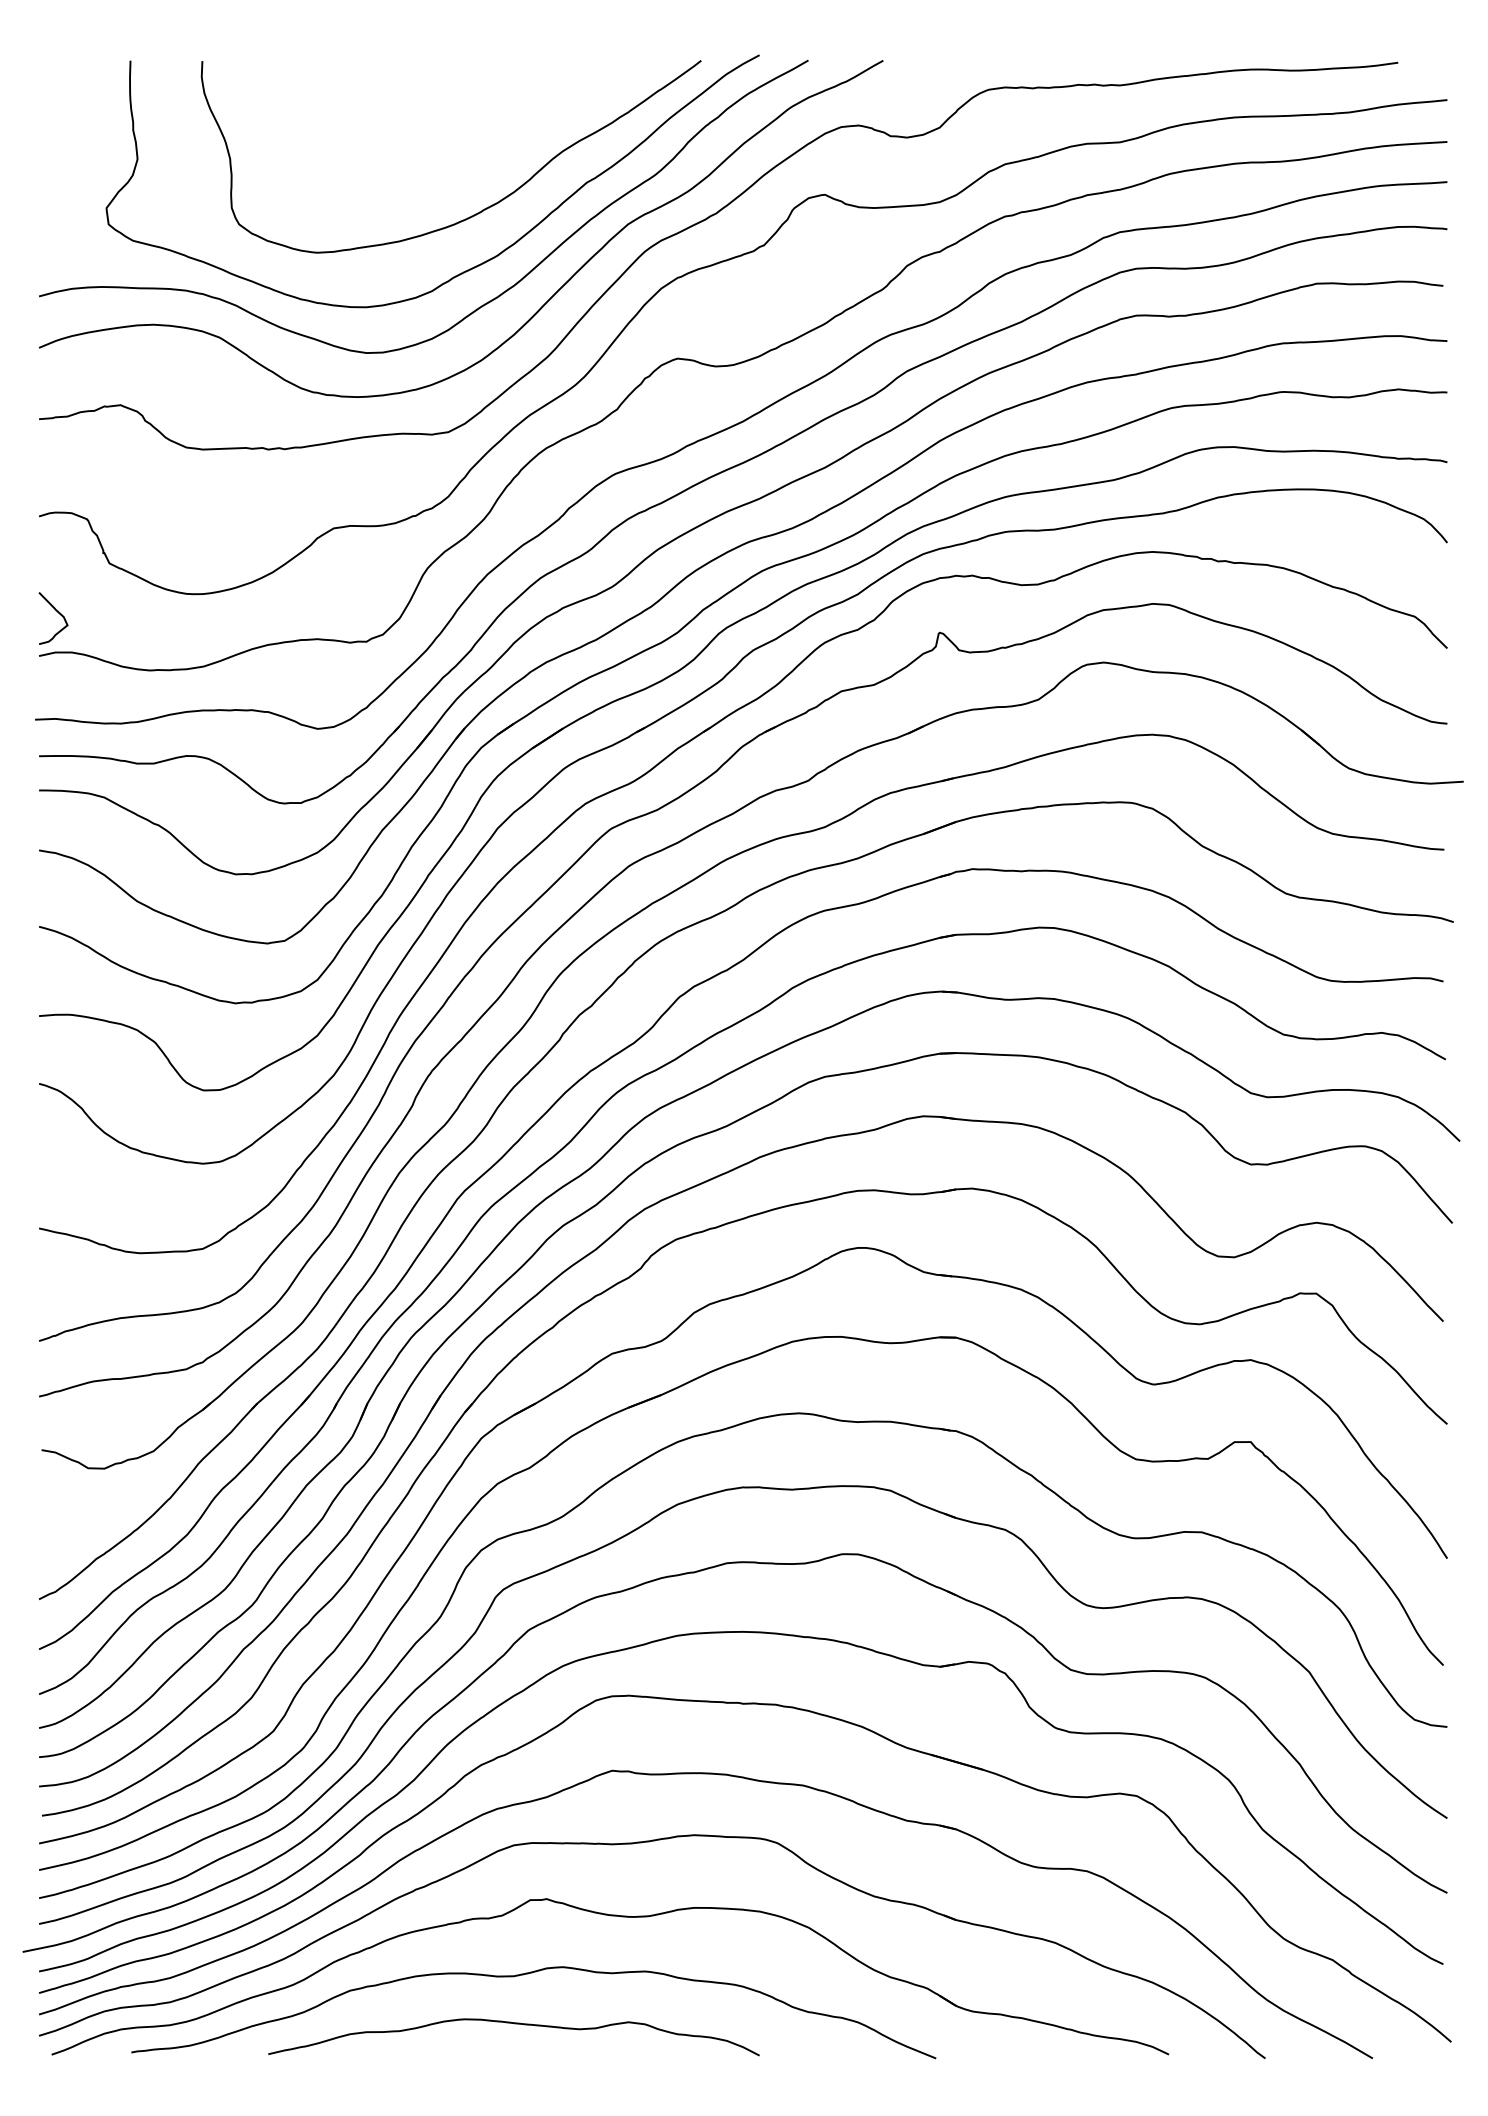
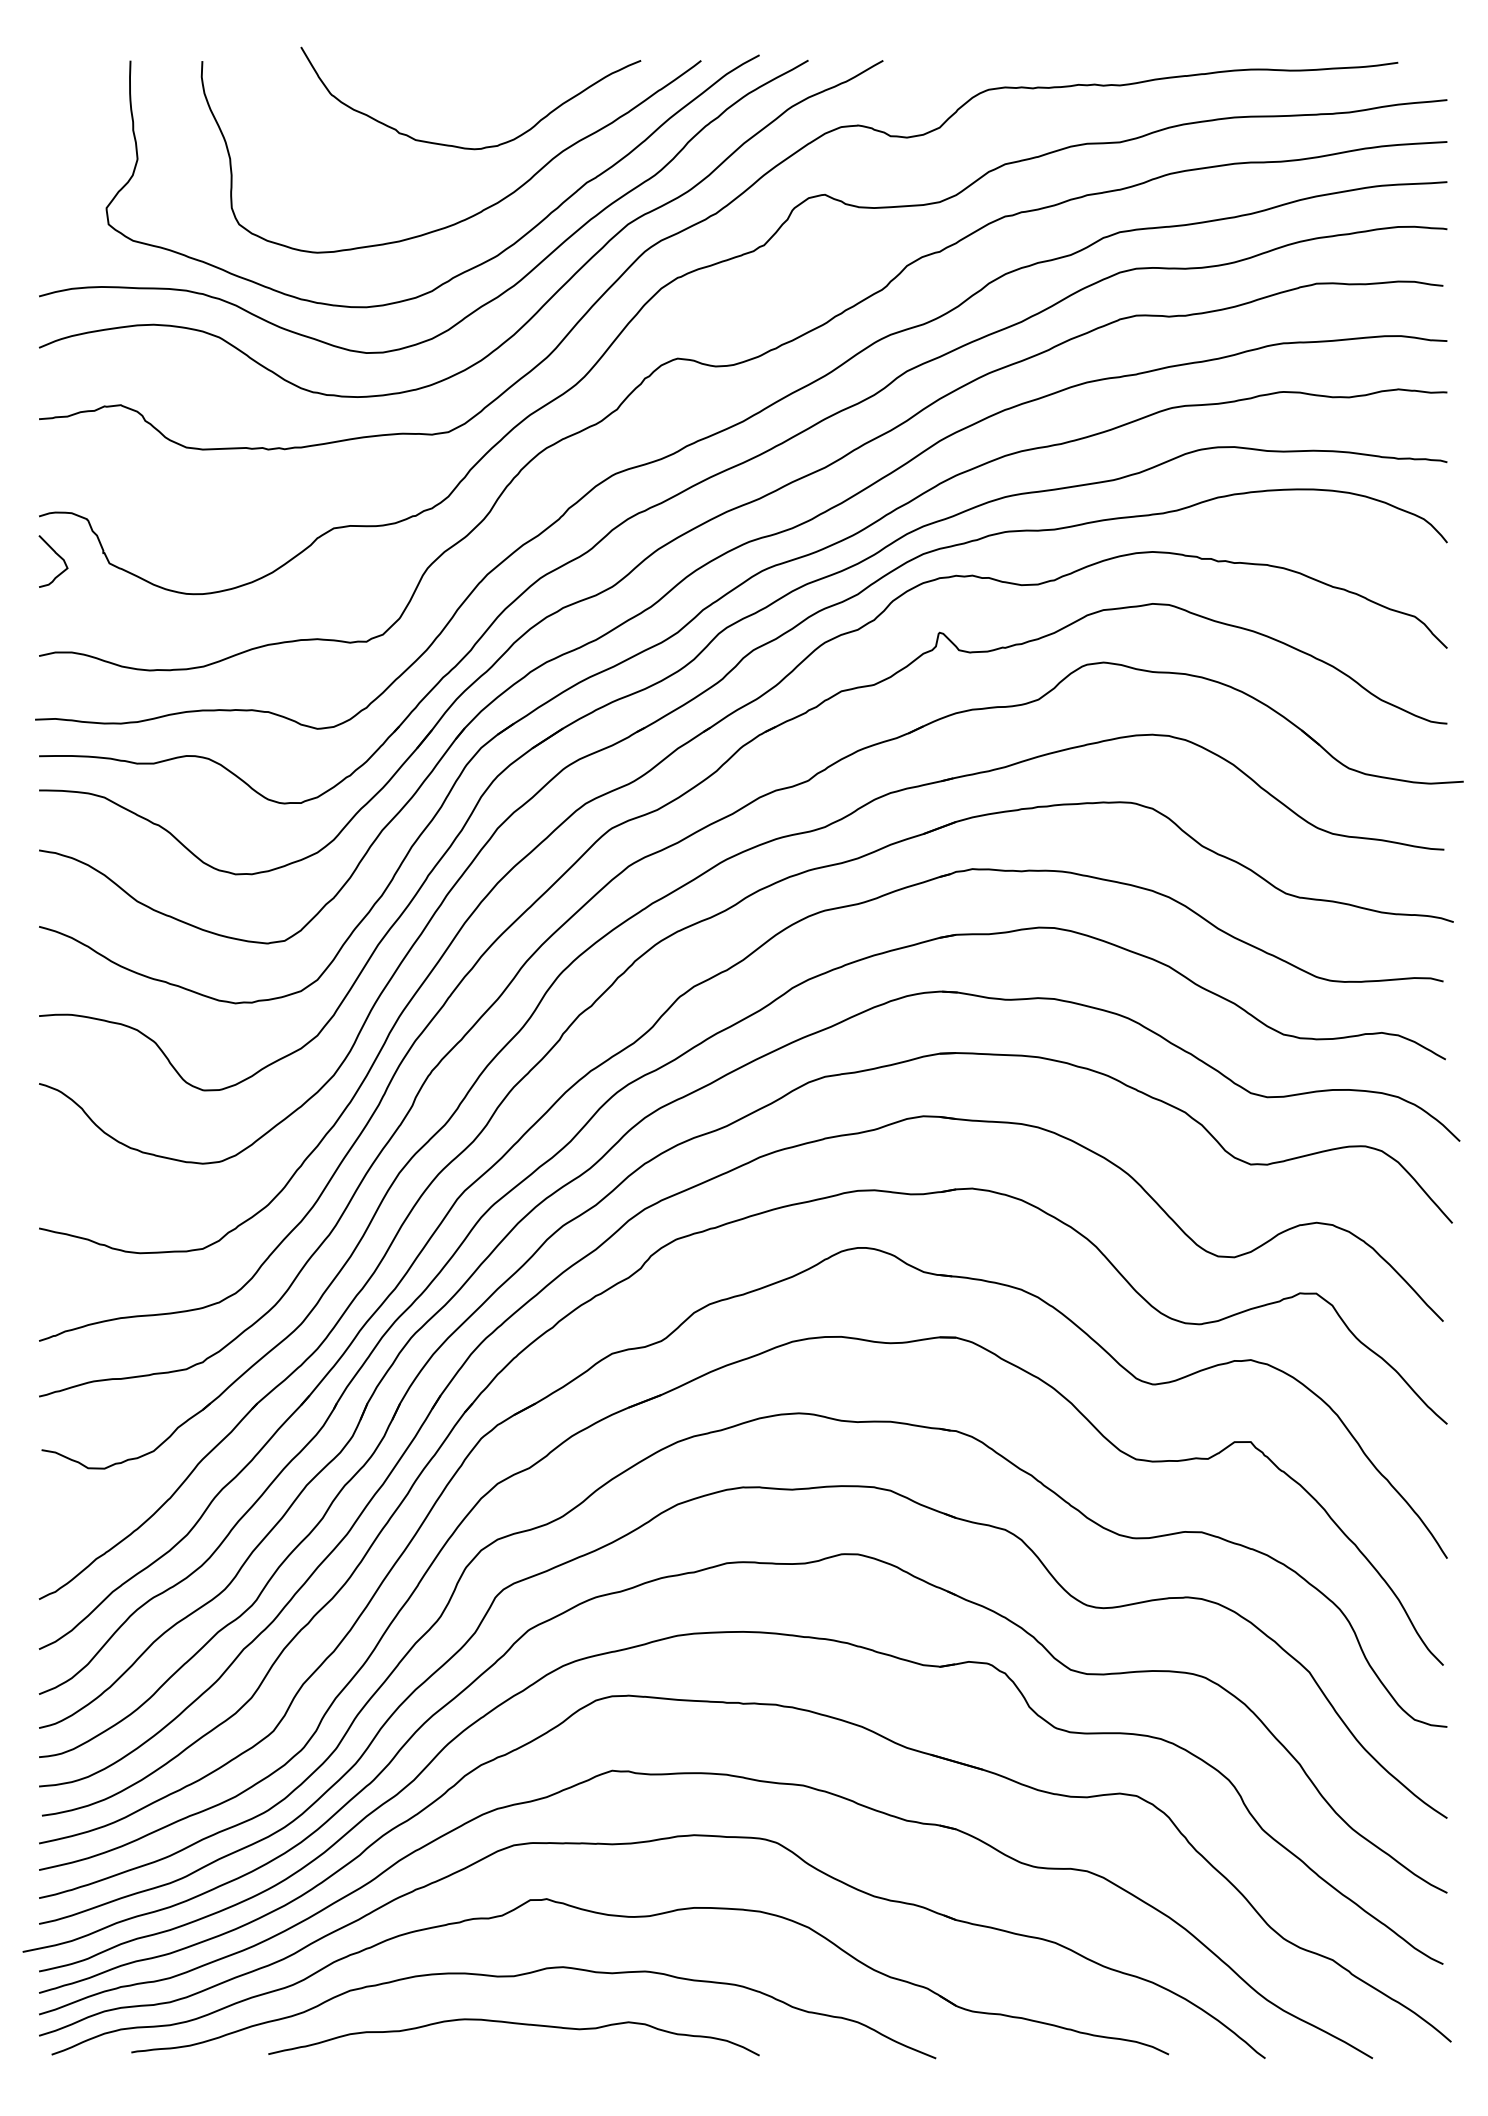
curve at (460, 146): none -> present
curve at (58, 613) position: (58, 613) -> (58, 556)
